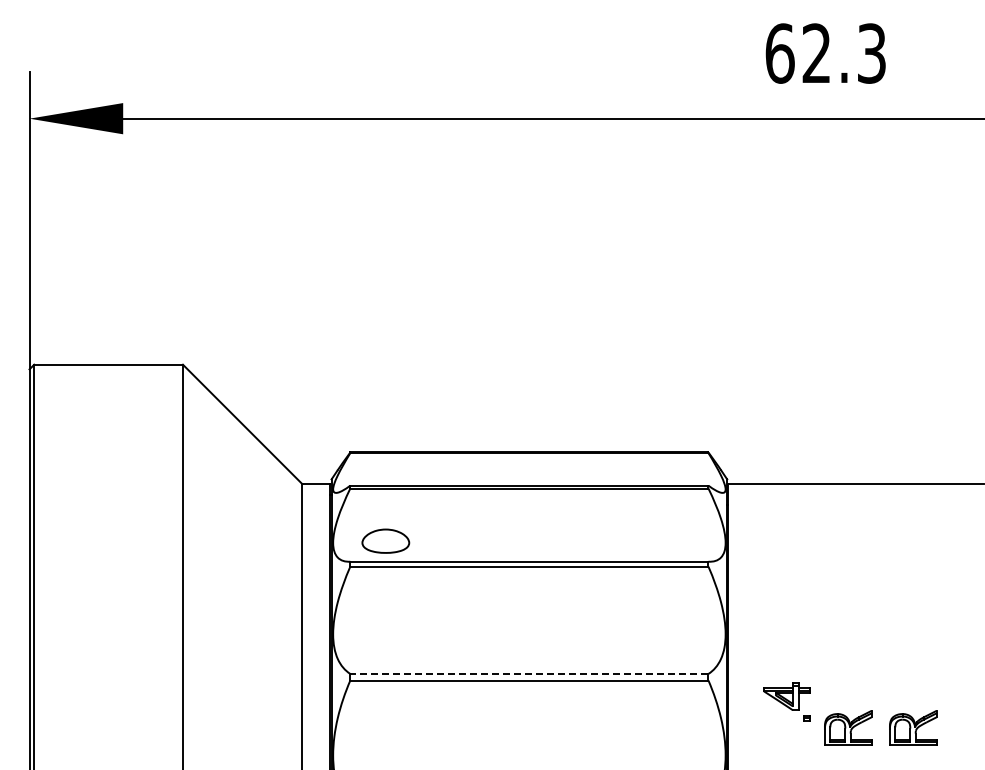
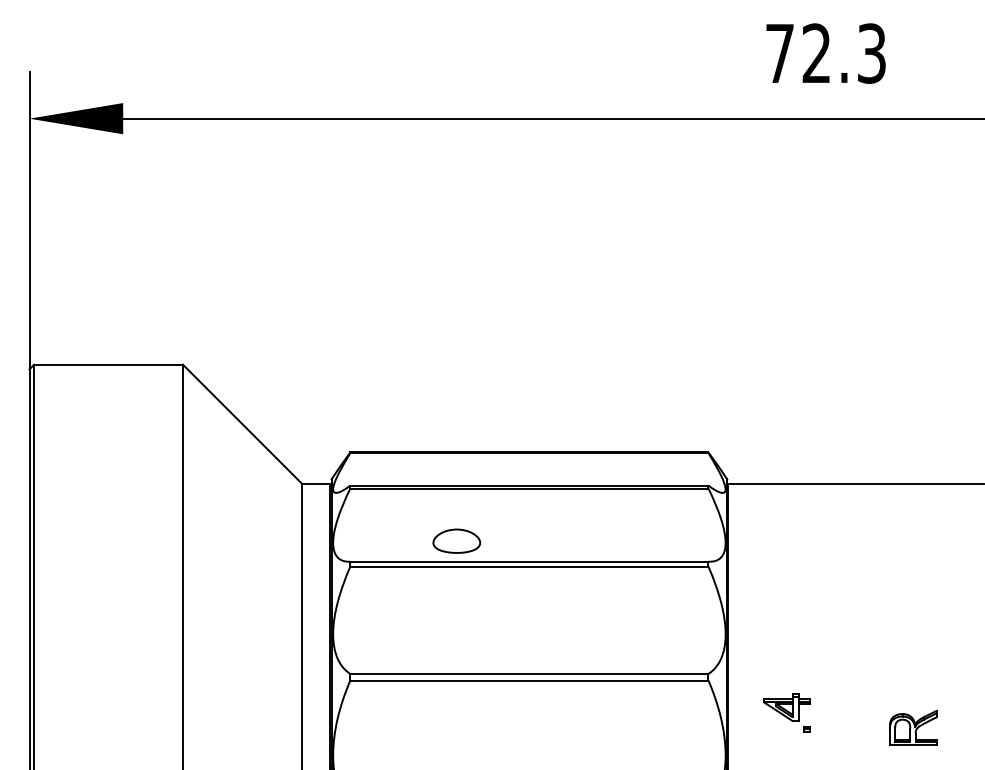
text at (779, 53): 62.3 -> 72.3
part at (385, 540) position: (385, 540) -> (456, 540)
line at (528, 673): dashed -> solid
part at (786, 701) position: (786, 701) -> (786, 712)
part at (848, 727): present -> none
